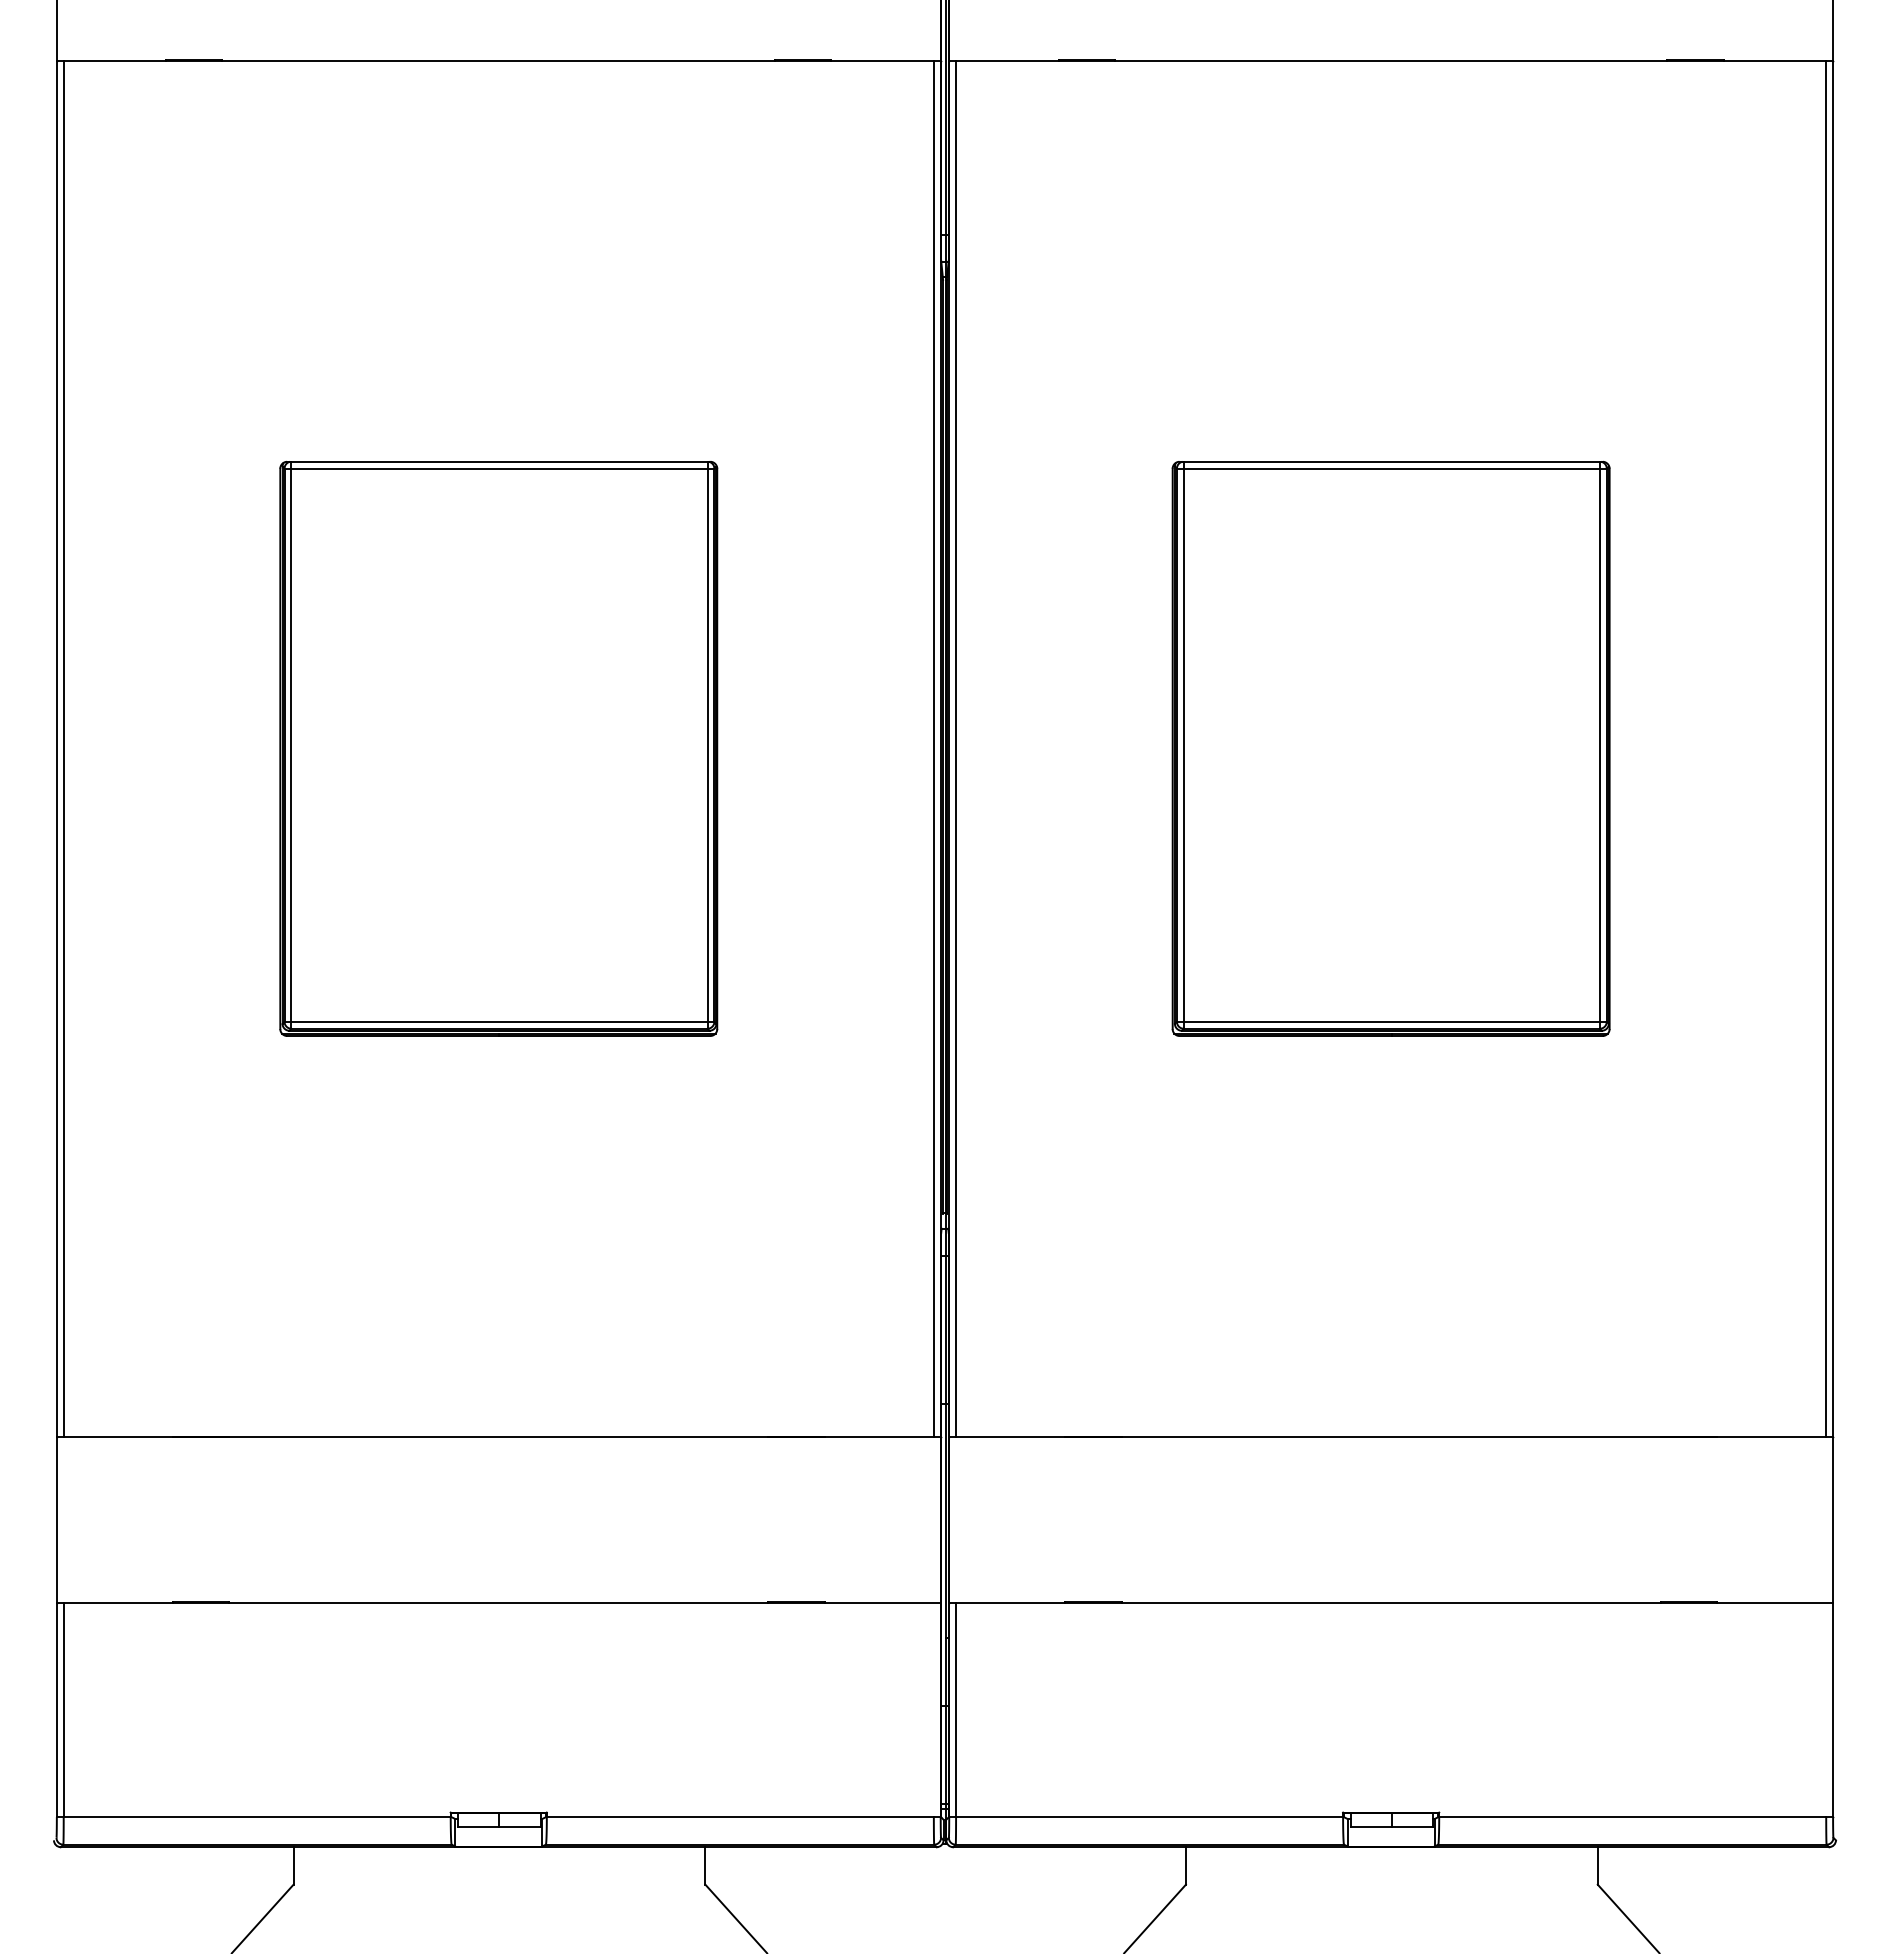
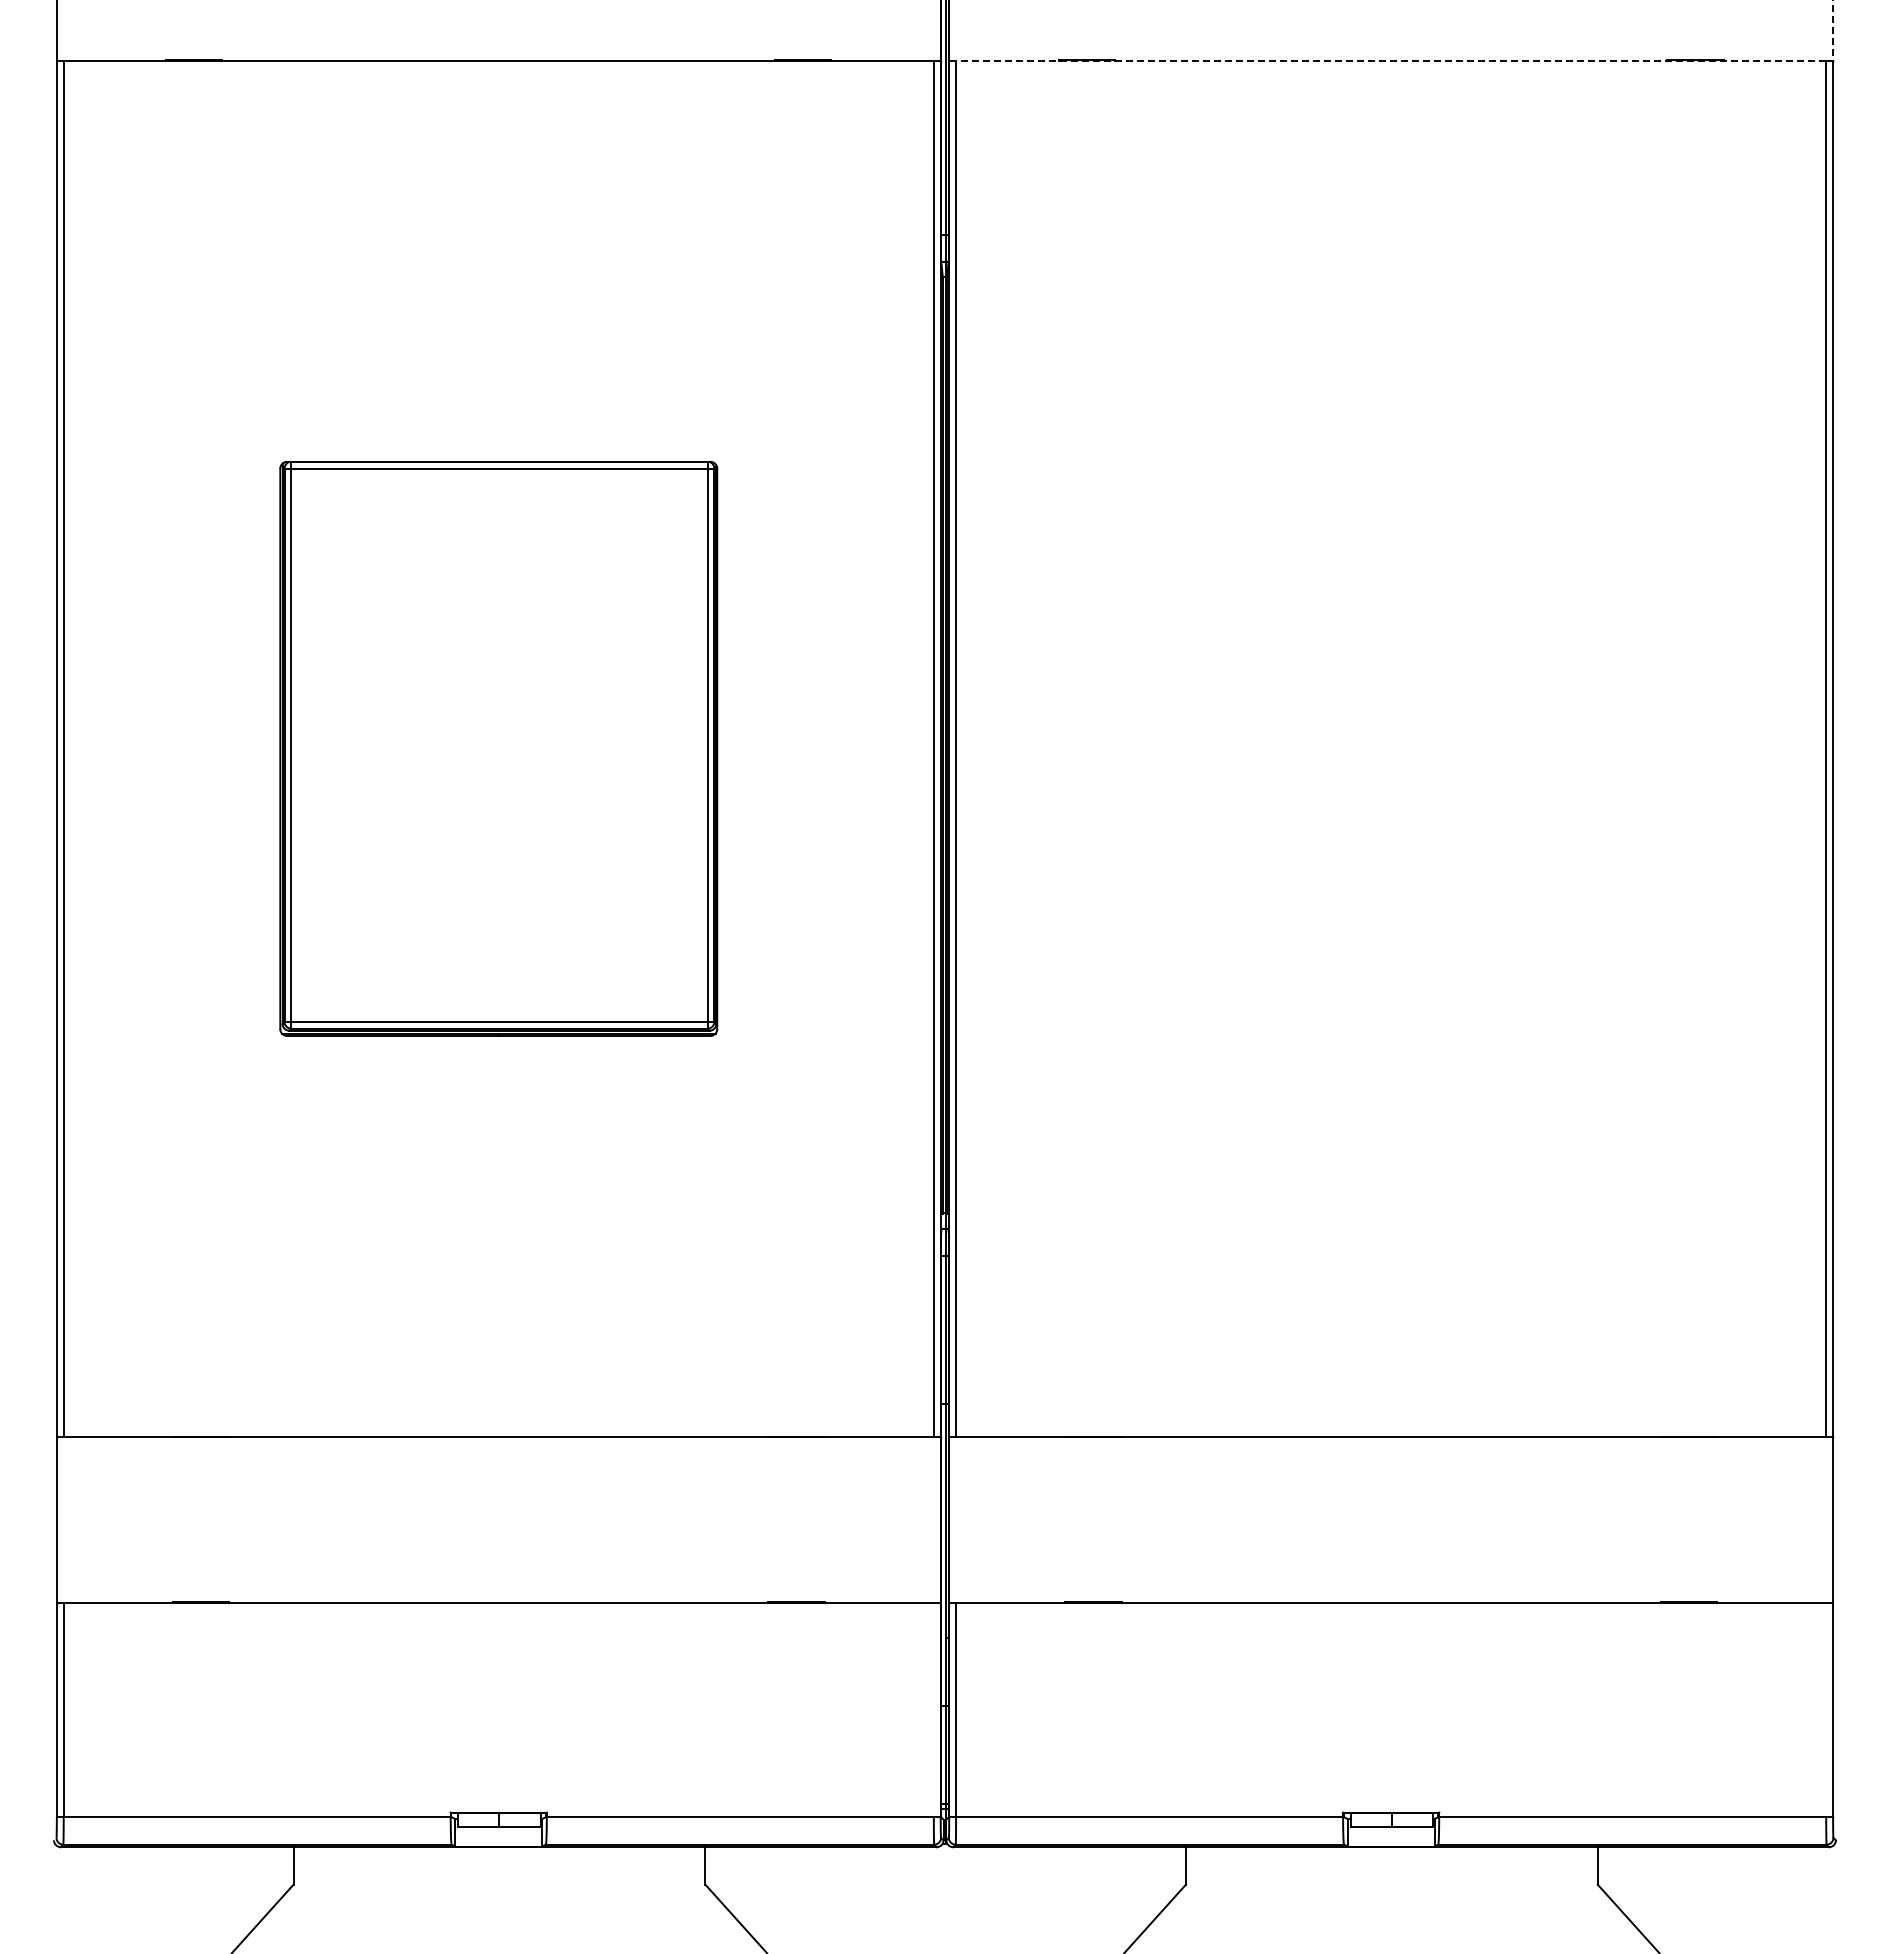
line at (1833, 31): solid -> dashed
line at (1390, 61): solid -> dashed
part at (1390, 748): present -> none
